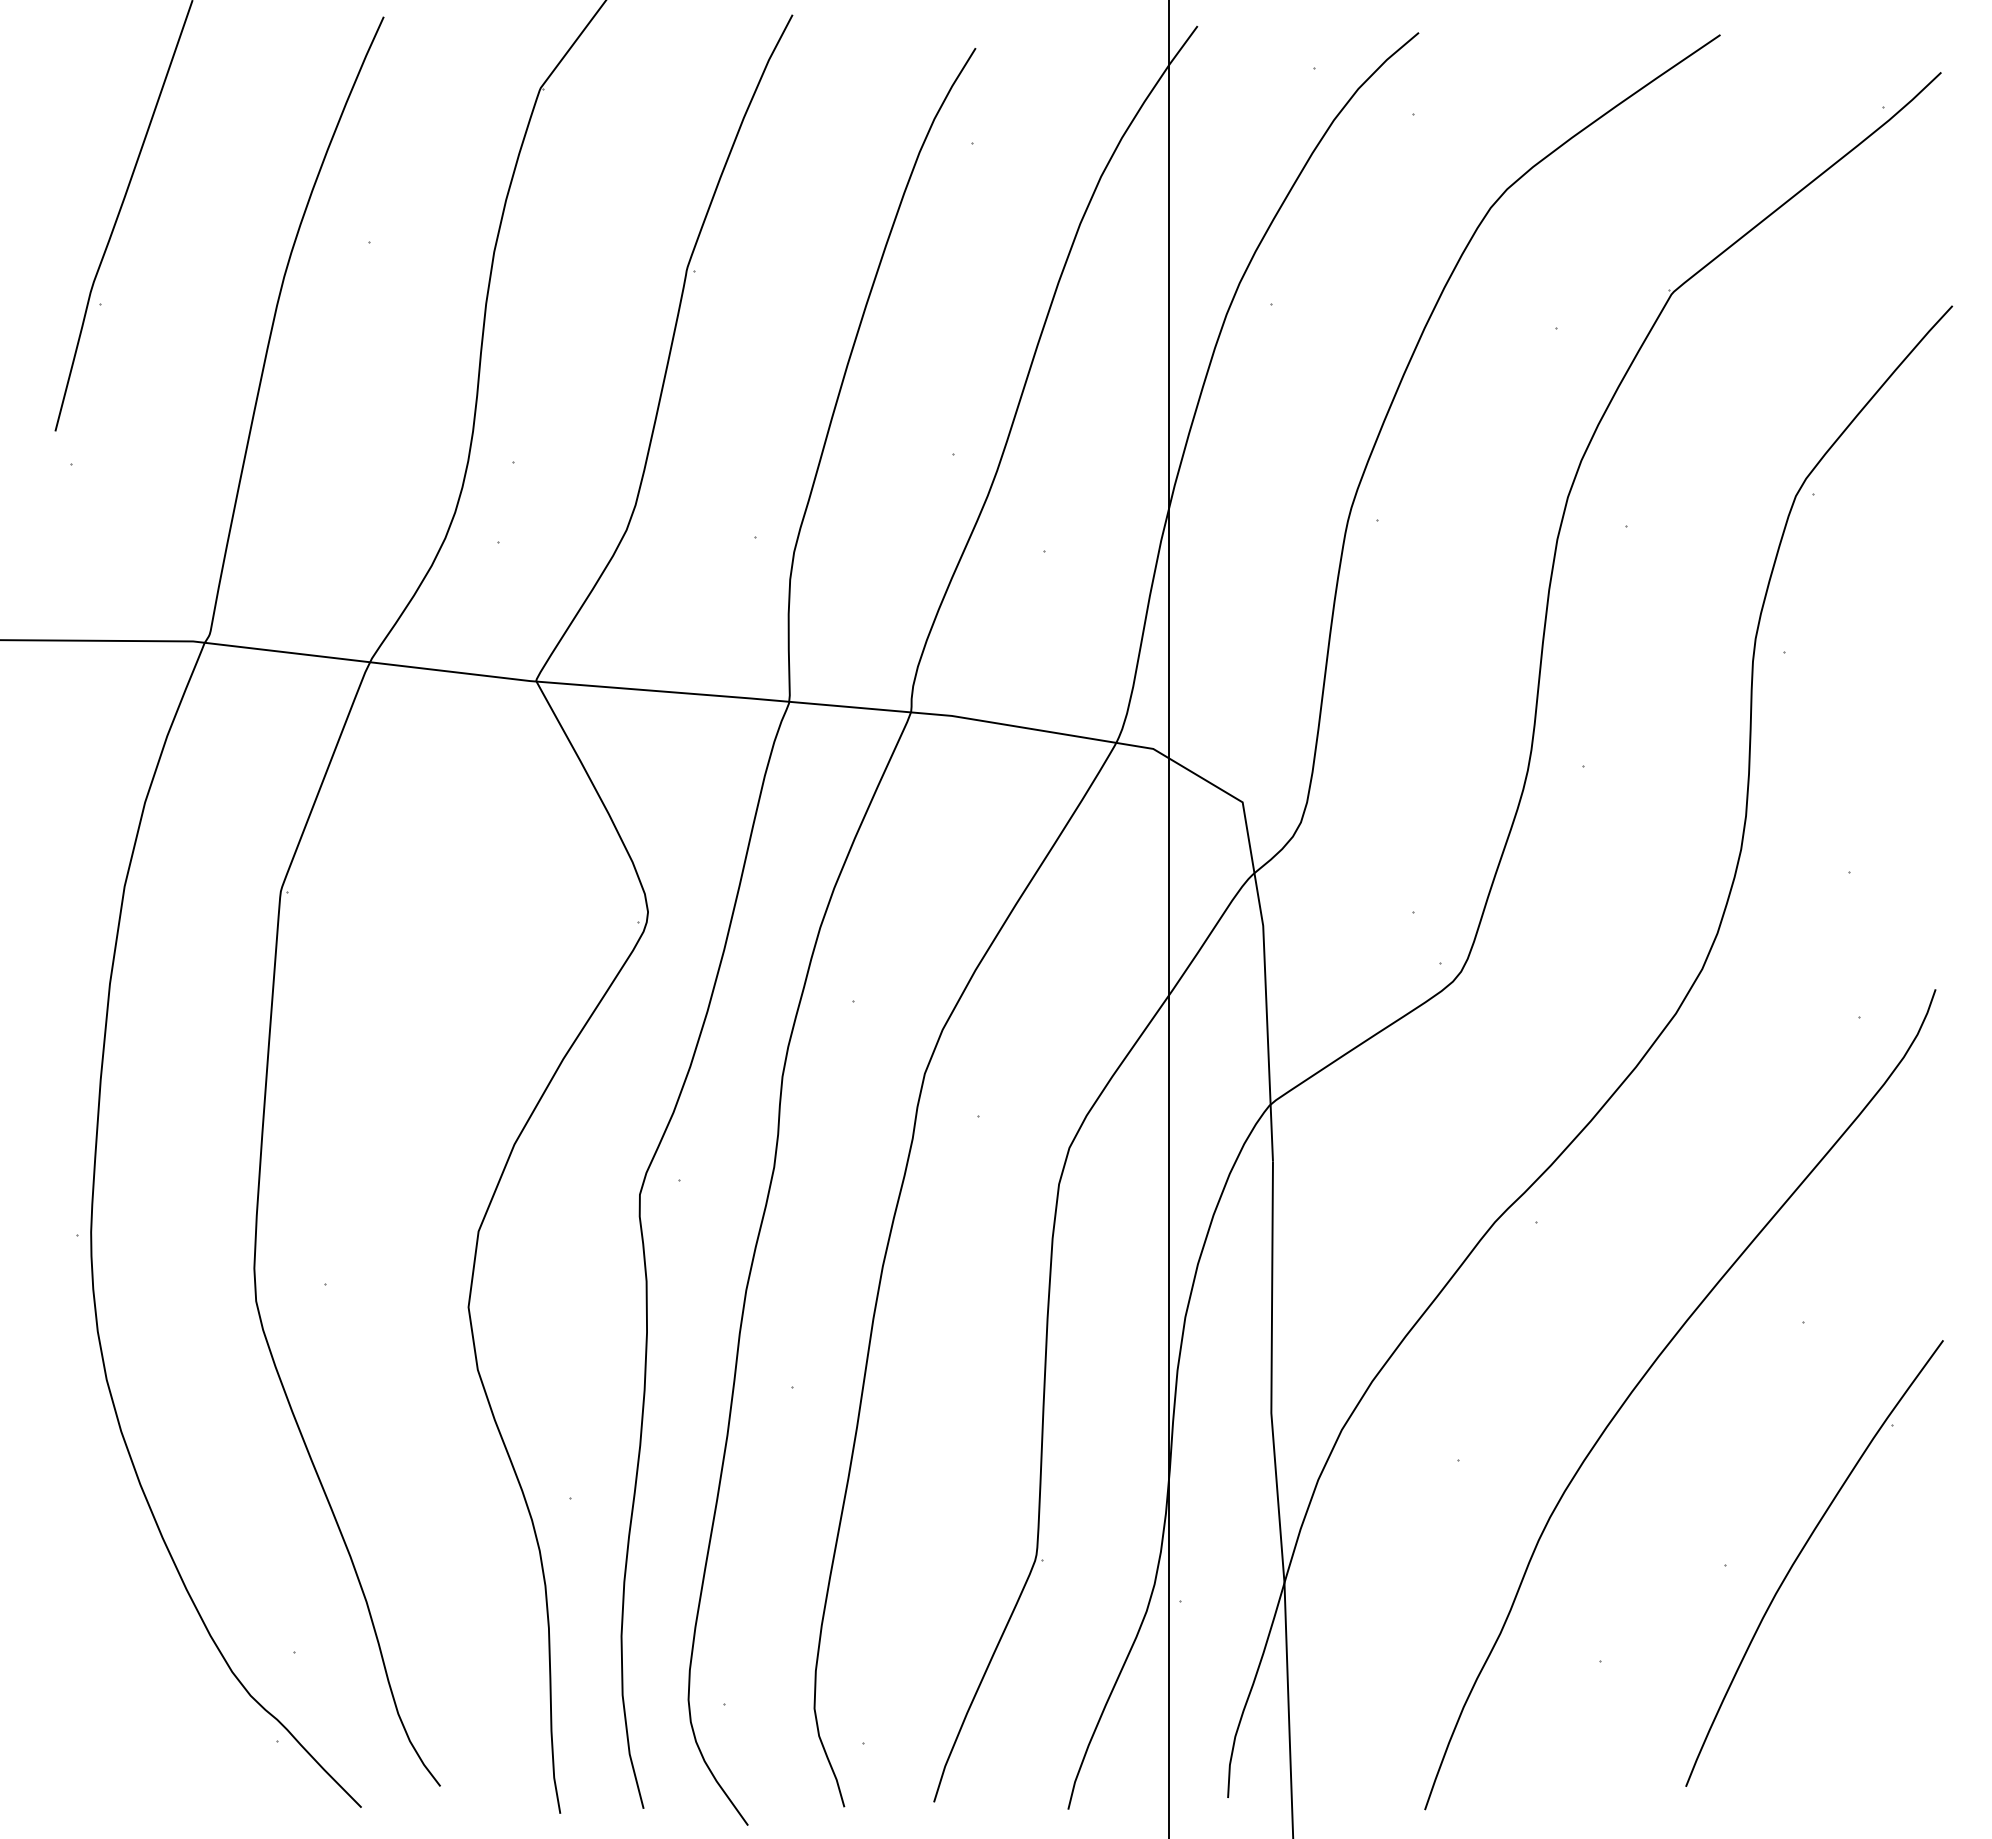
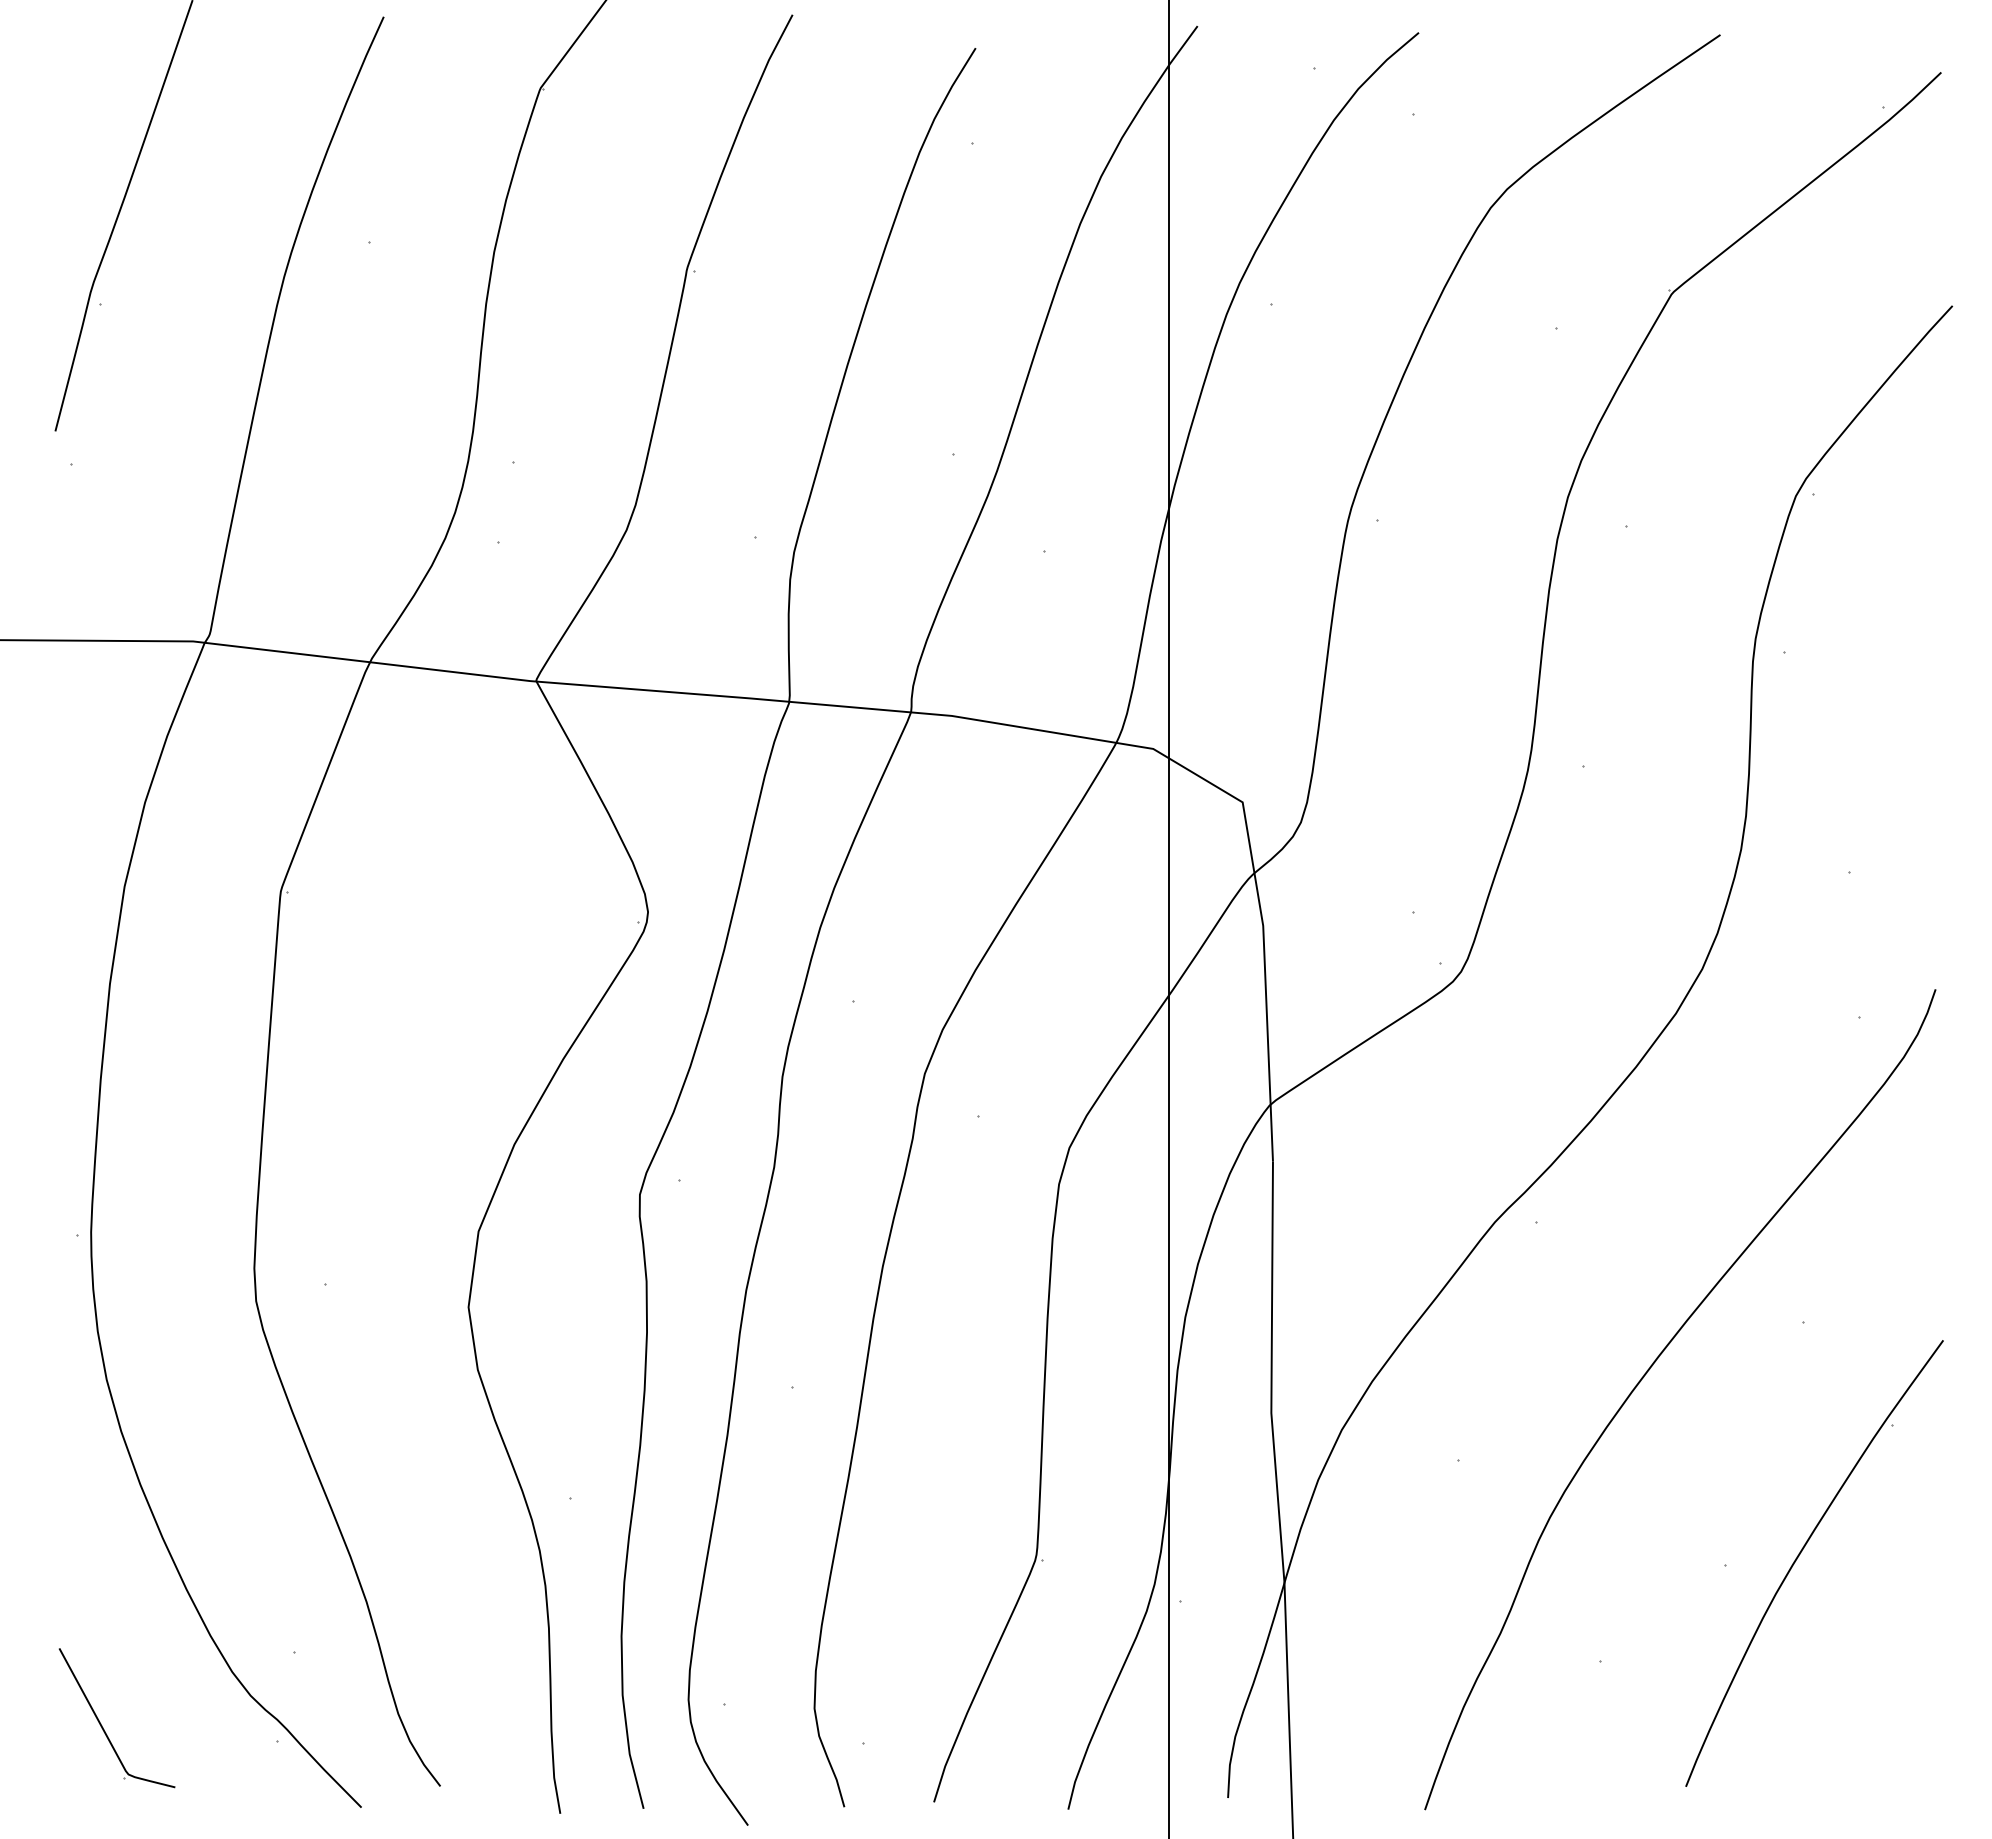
part at (102, 1725): none -> present
